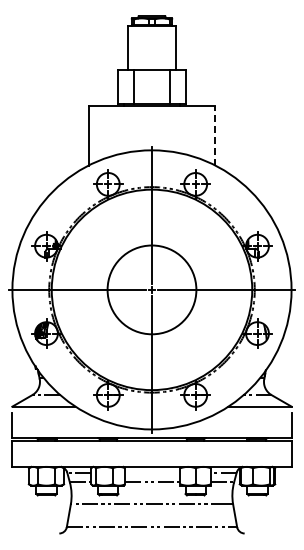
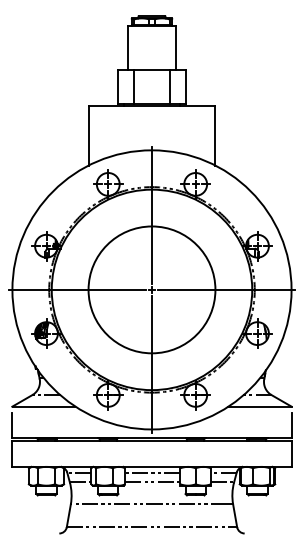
line at (215, 135): dashed -> solid
circle at (151, 289) diameter: 89 px -> 127 px
line at (152, 472): none -> present
